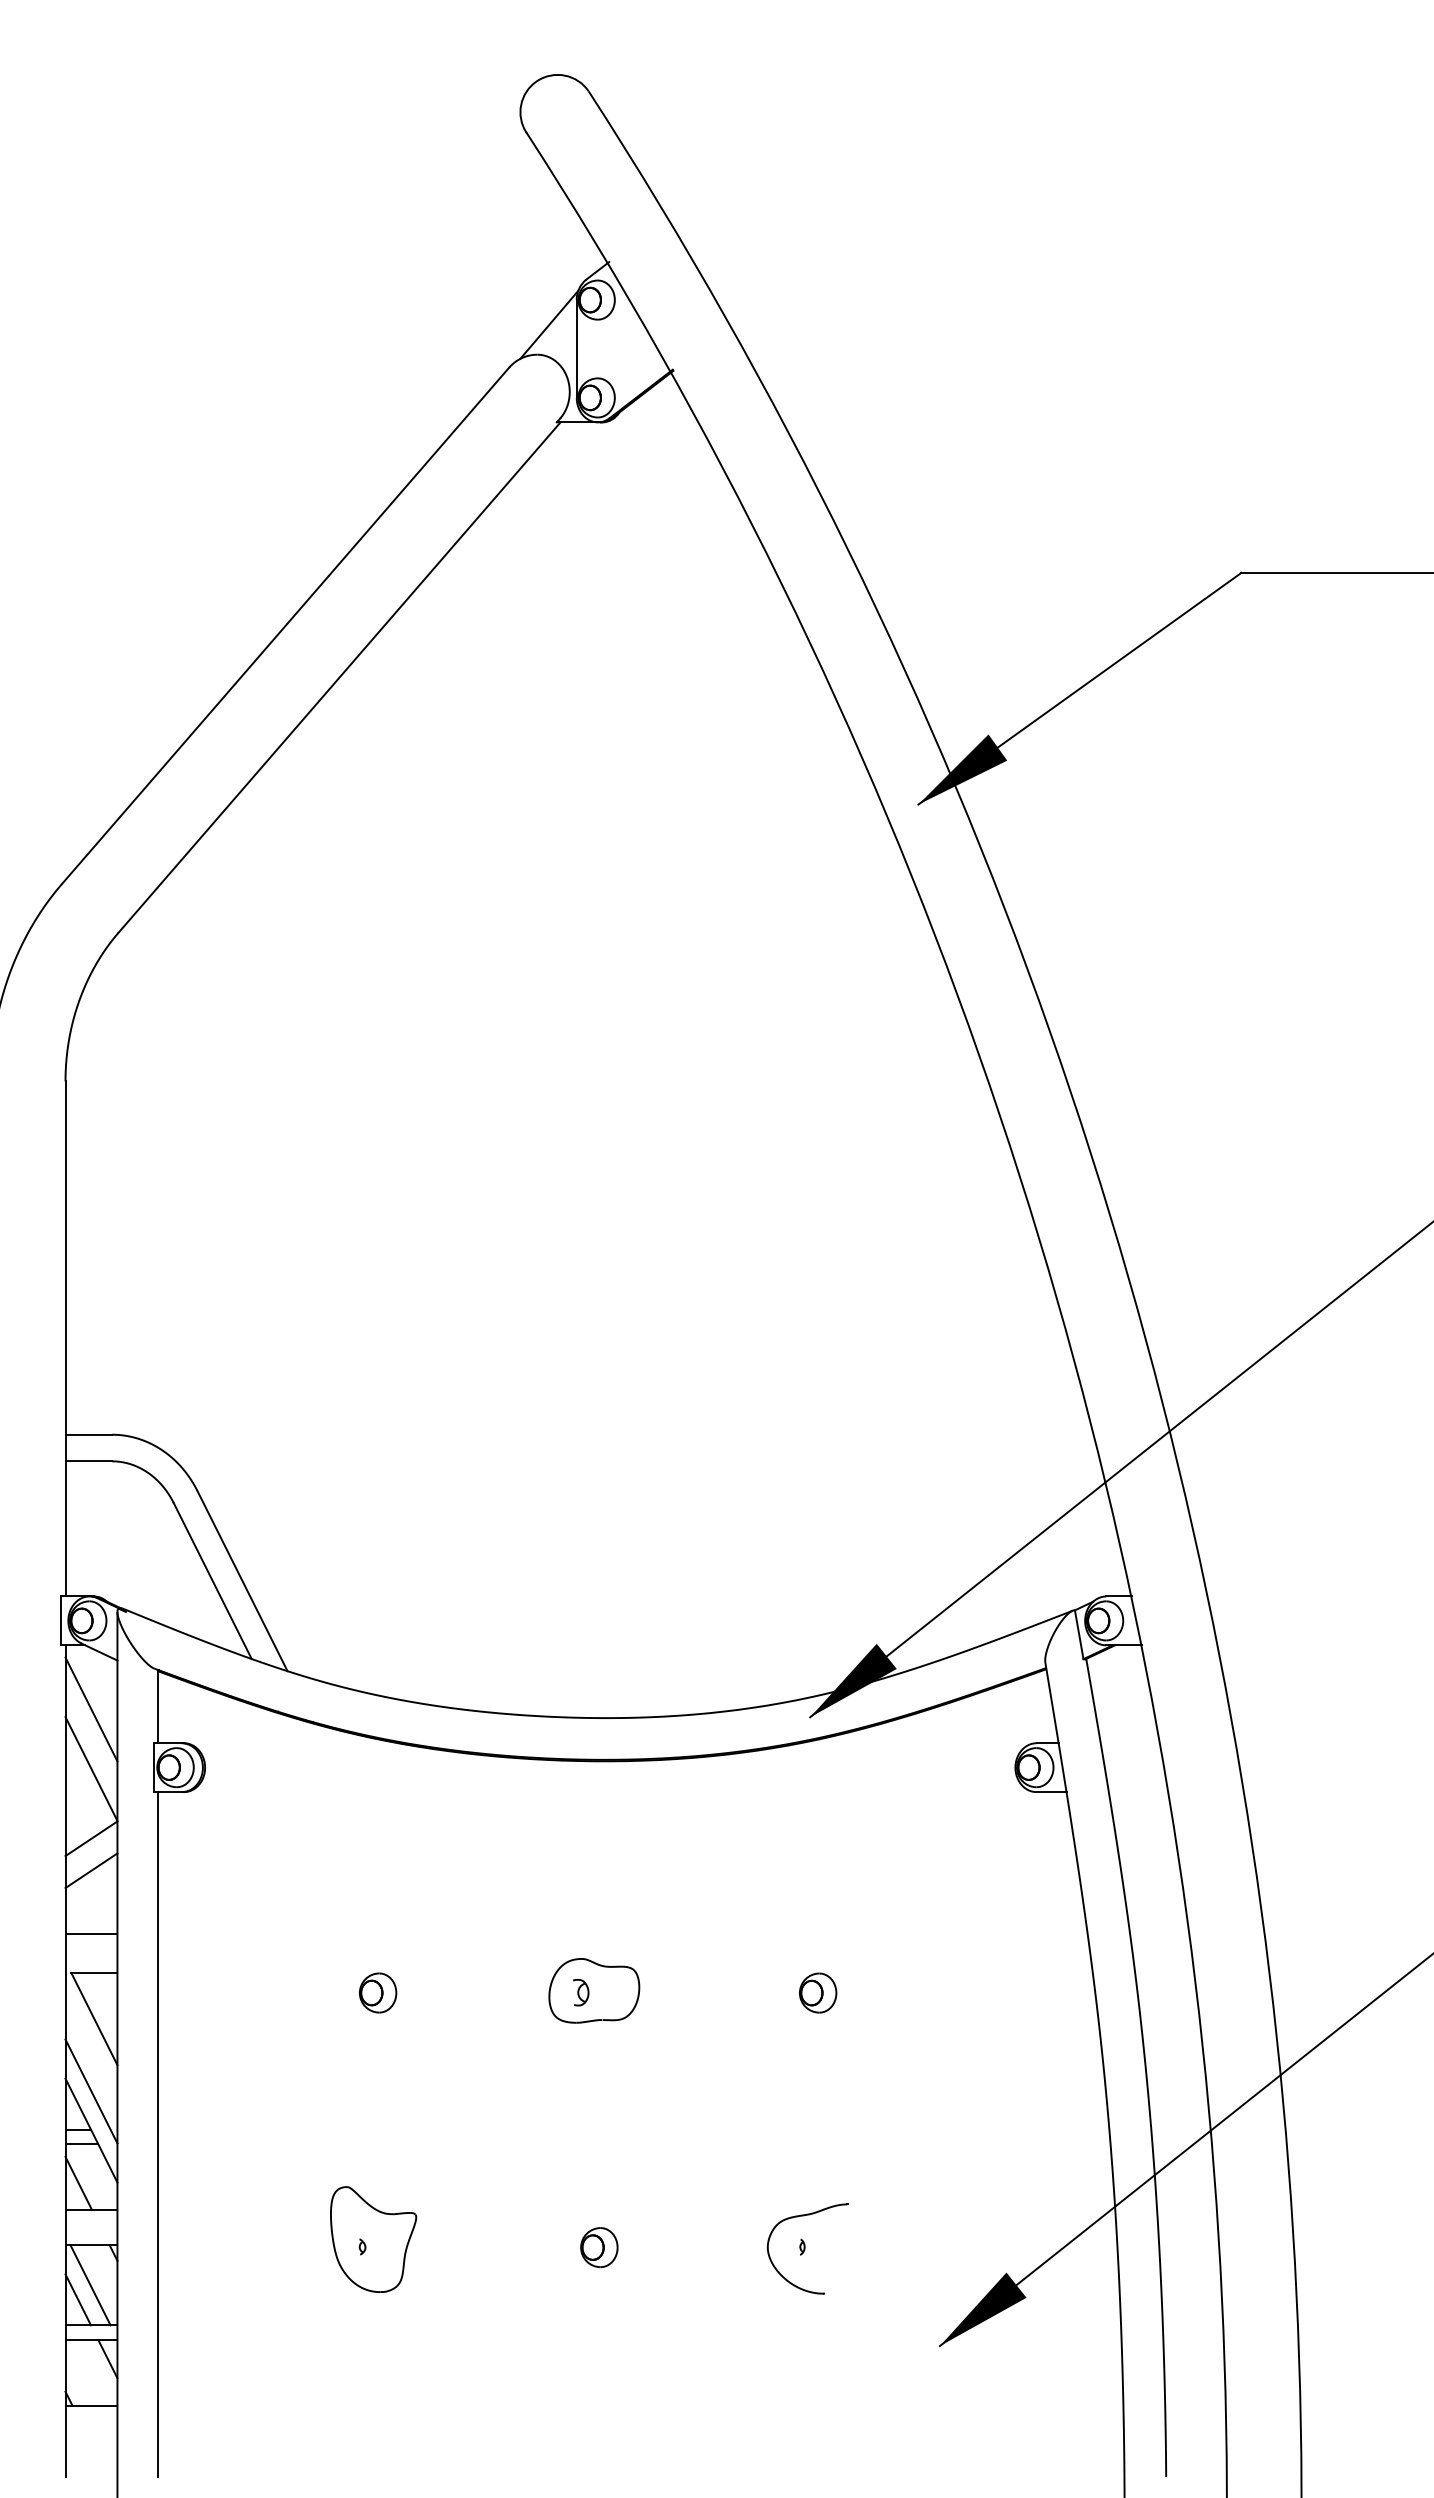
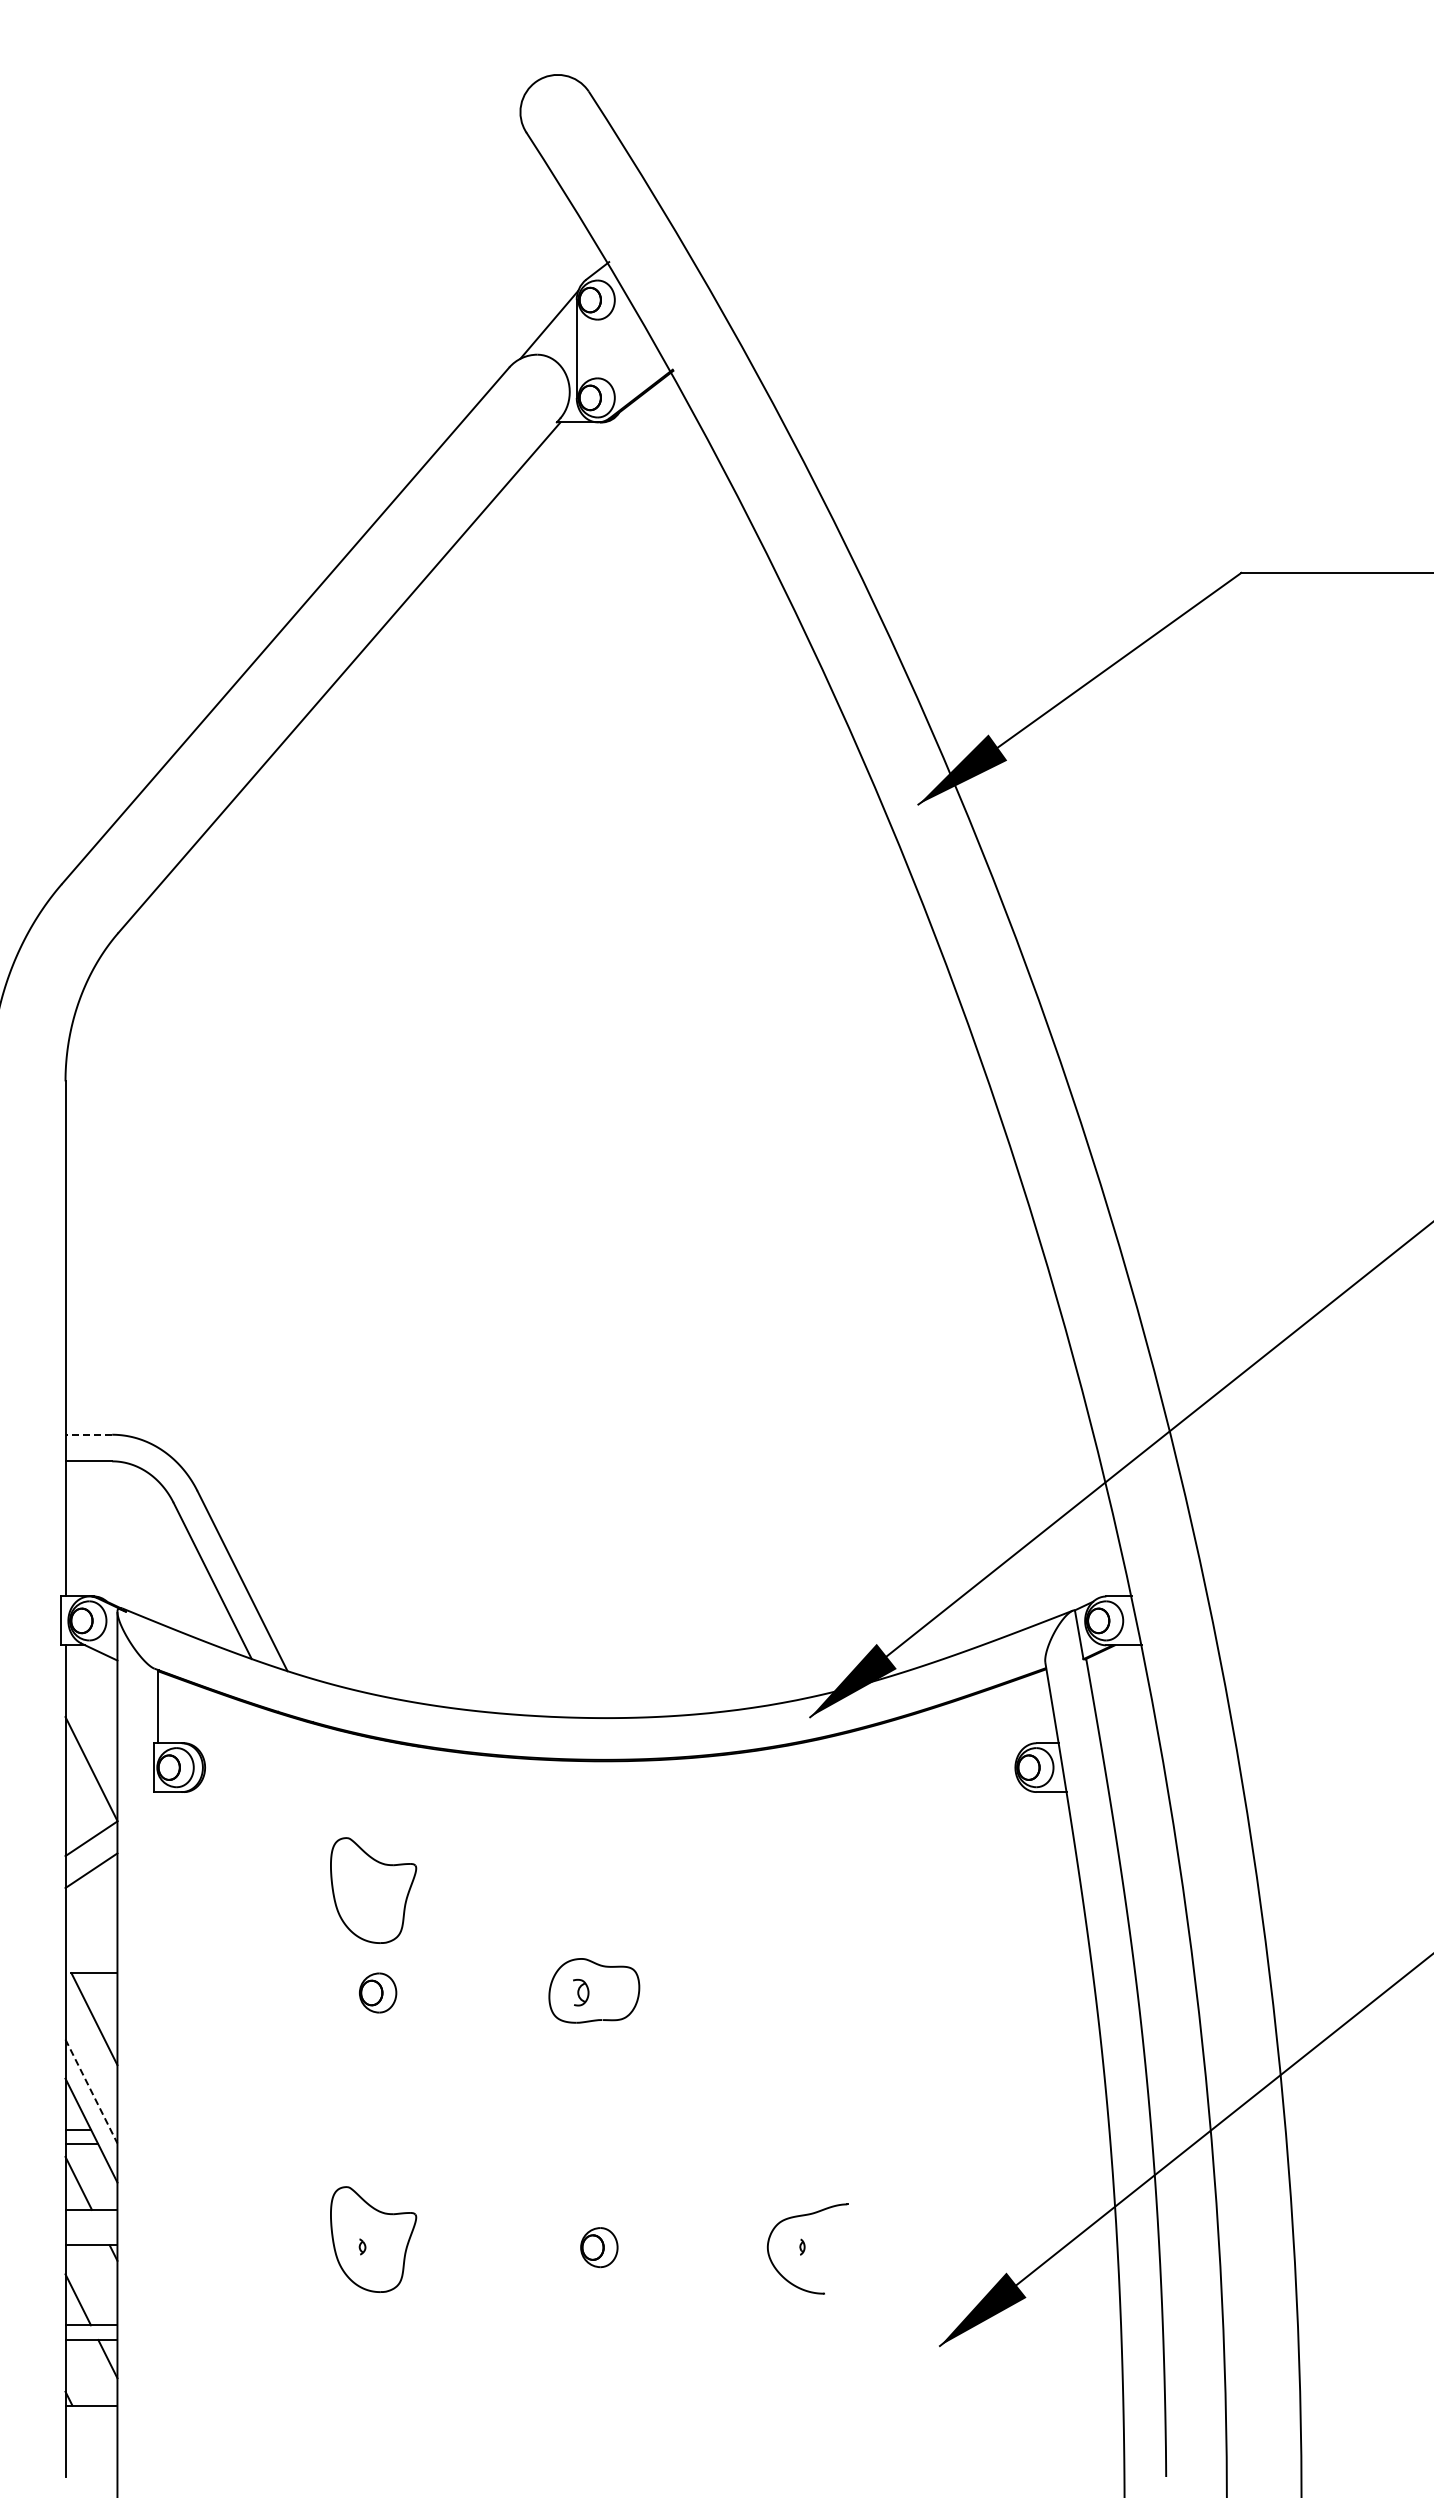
line at (88, 1434): solid -> dashed
line at (91, 1709): present -> none
part at (373, 1890): none -> present
line at (91, 1933): present -> none
part at (818, 1992): present -> none
line at (91, 2091): solid -> dashed
line at (157, 2134): present -> none
line at (90, 2285): present -> none
